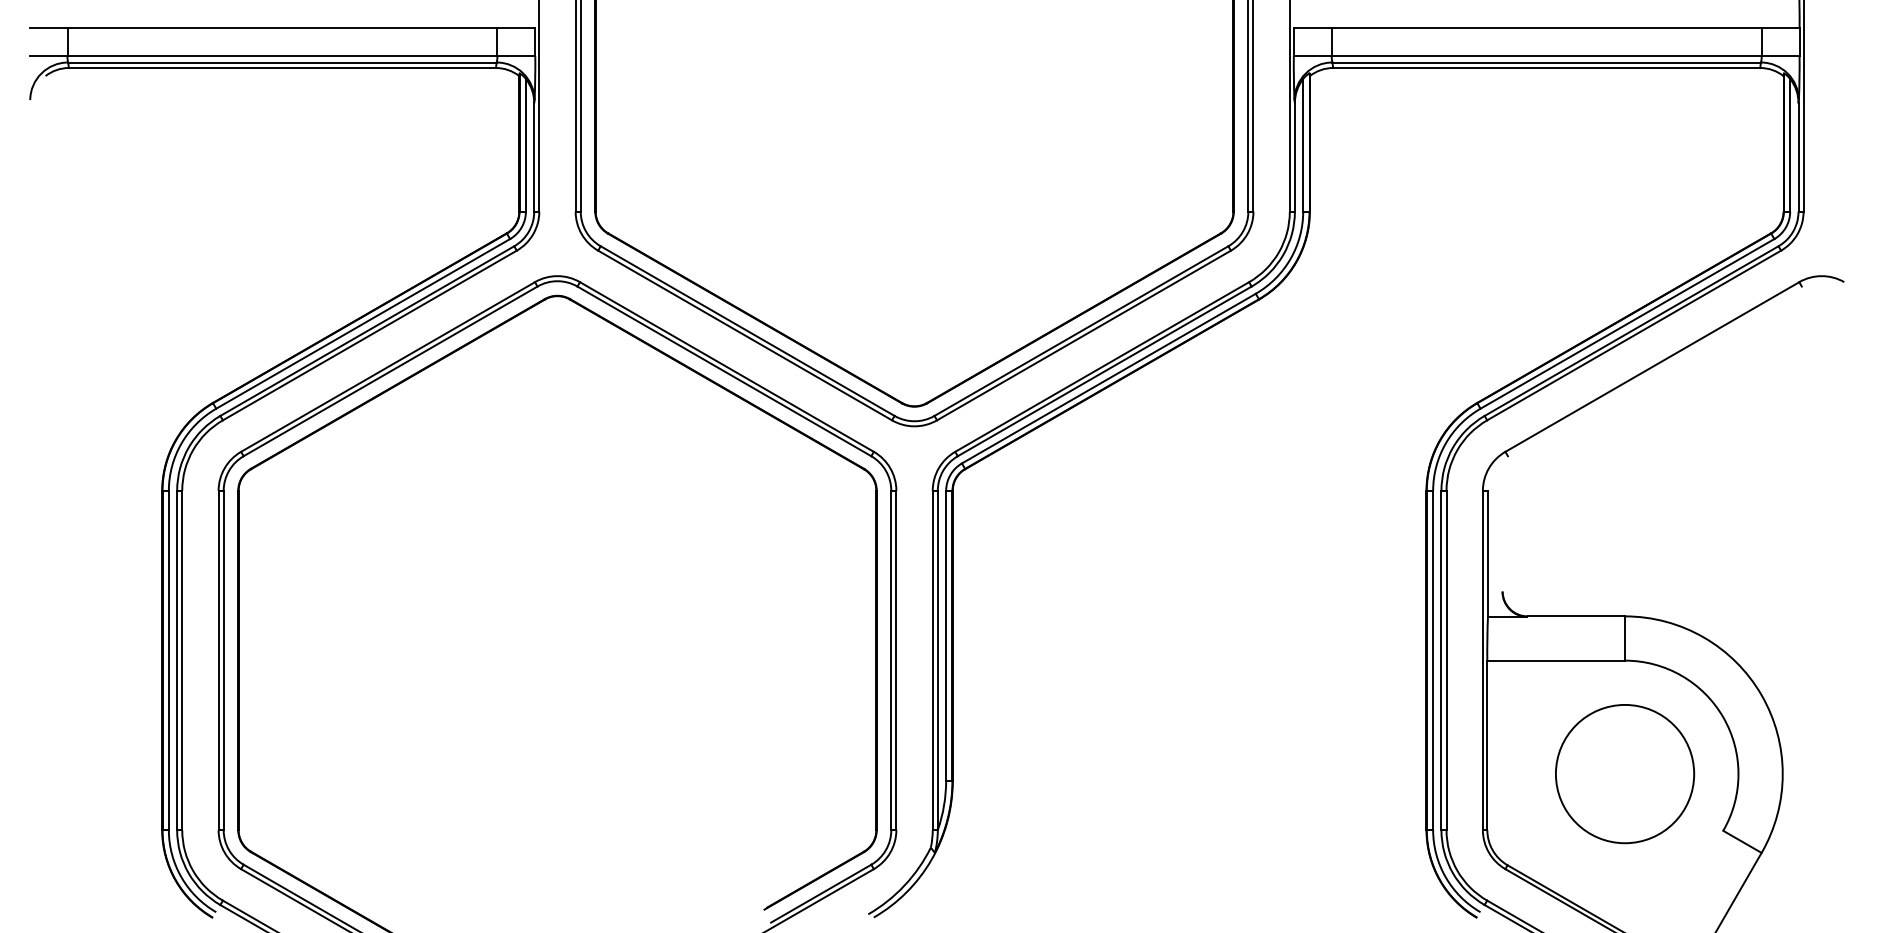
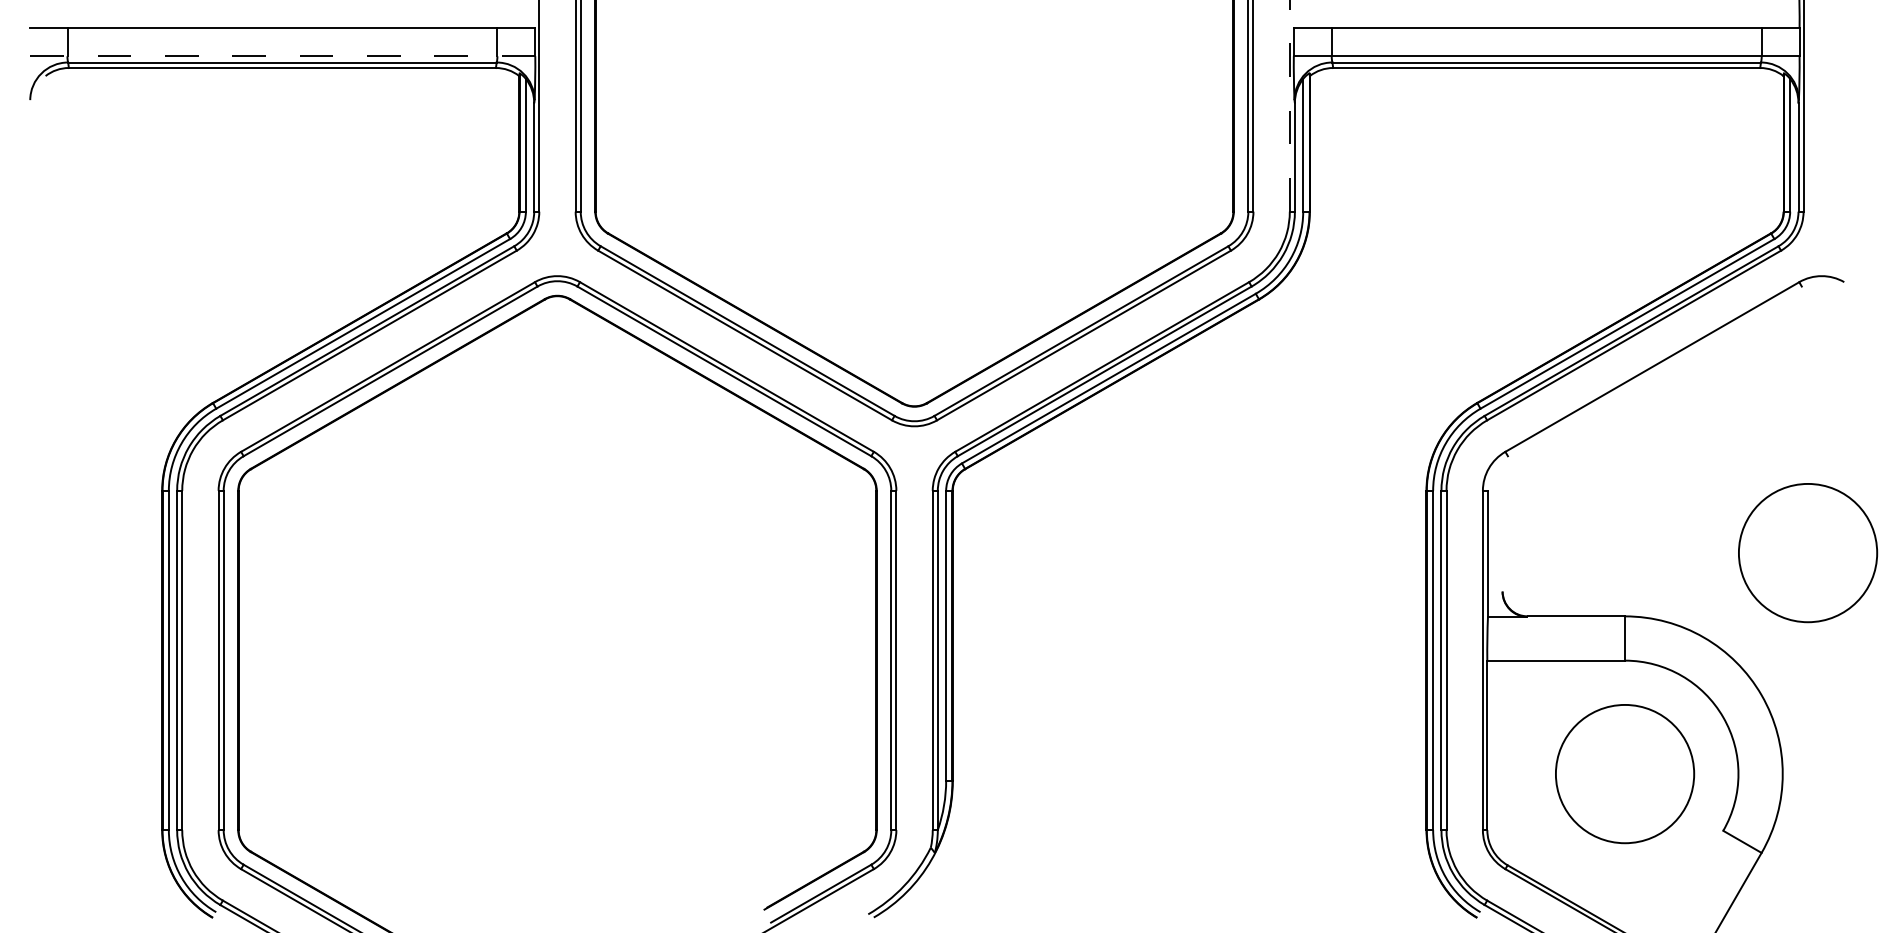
line at (282, 56): solid -> dashed
line at (1289, 105): solid -> dashed
circle at (1808, 553): none -> present
